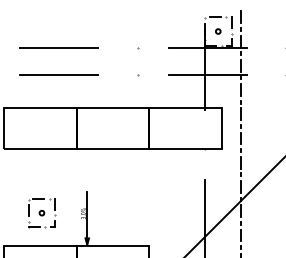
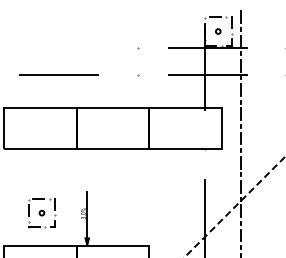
line at (59, 48): present -> none
line at (234, 207): solid -> dashed
